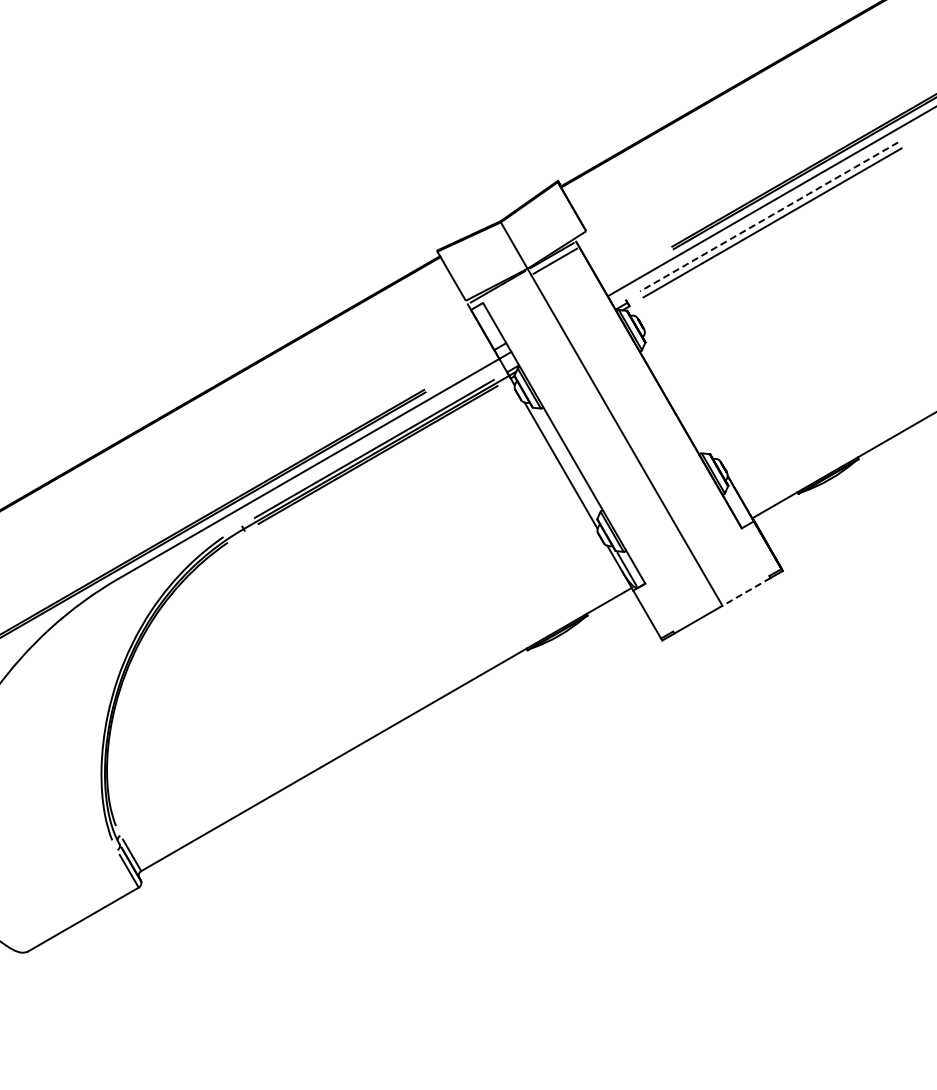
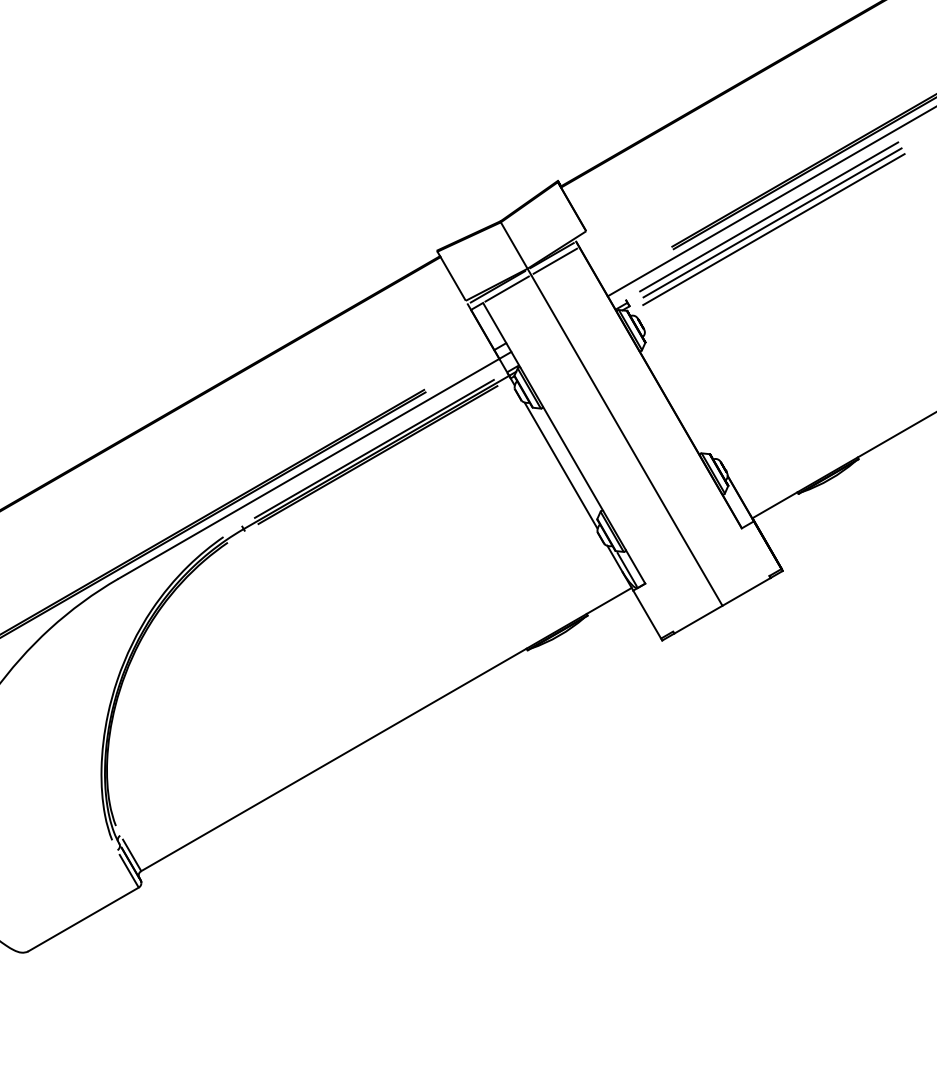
line at (769, 216): dashed -> solid
line at (773, 229): none -> present
line at (506, 288): none -> present
line at (746, 591): dashed -> solid
